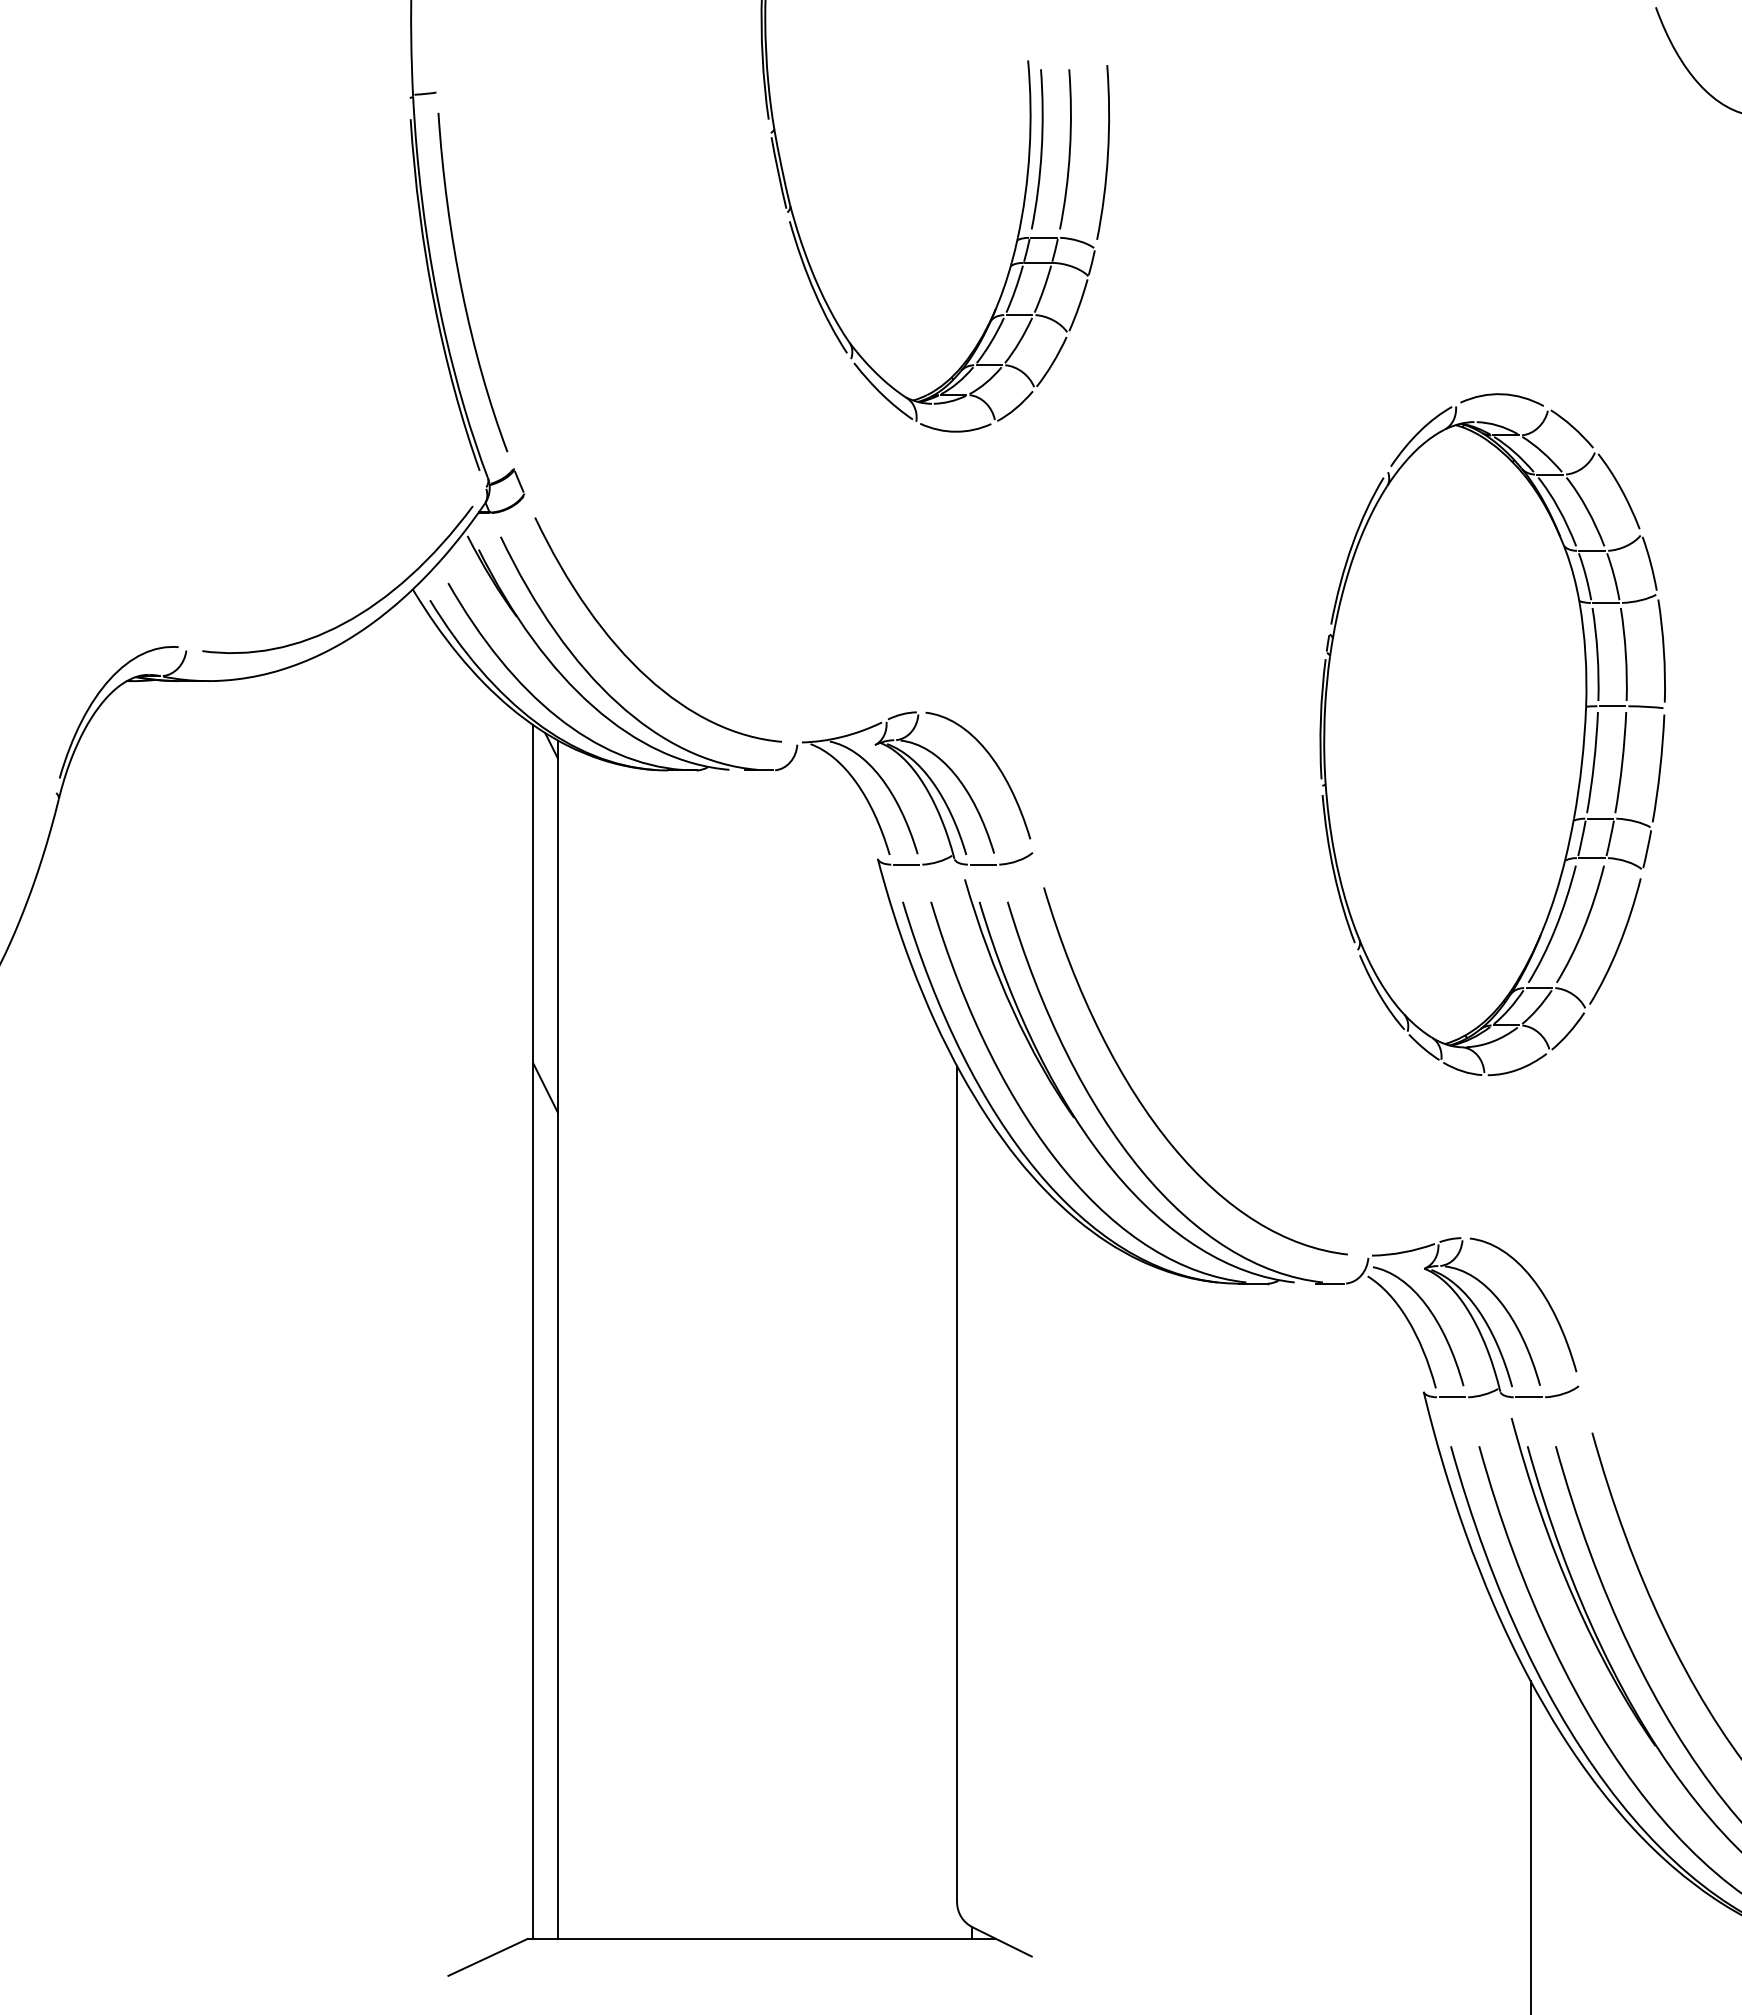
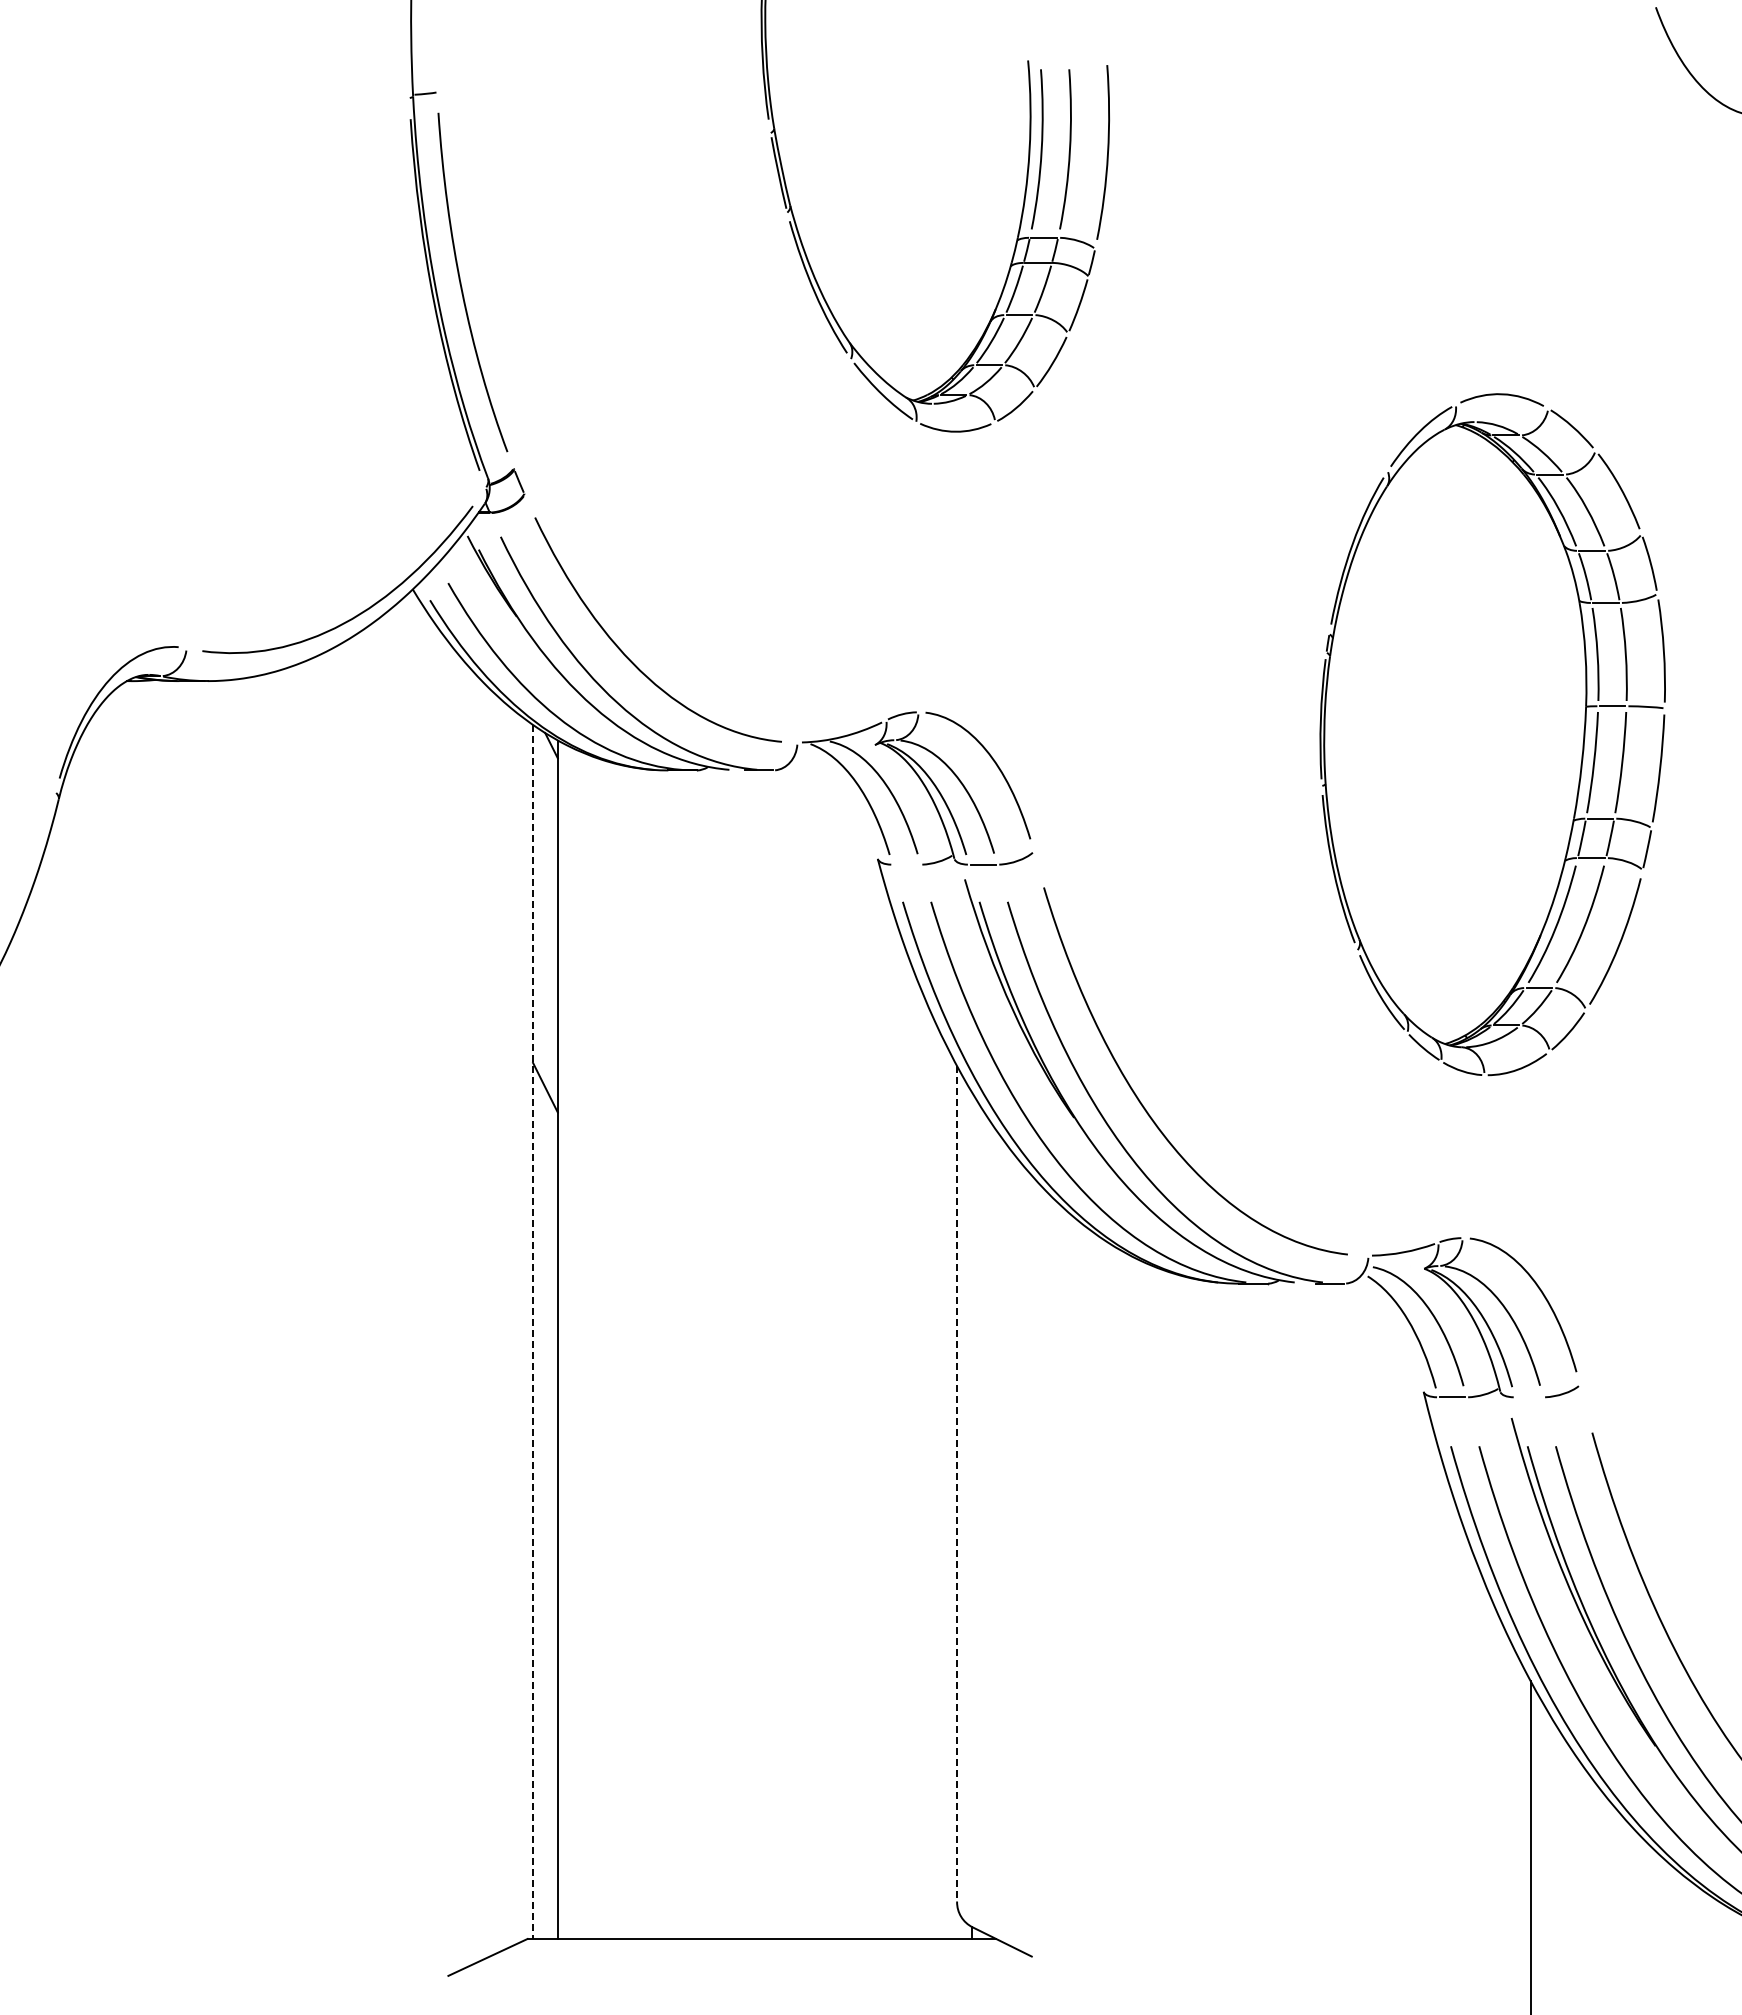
line at (906, 864): present -> none
line at (533, 1331): solid -> dashed
line at (1528, 1397): present -> none
line at (957, 1483): solid -> dashed
